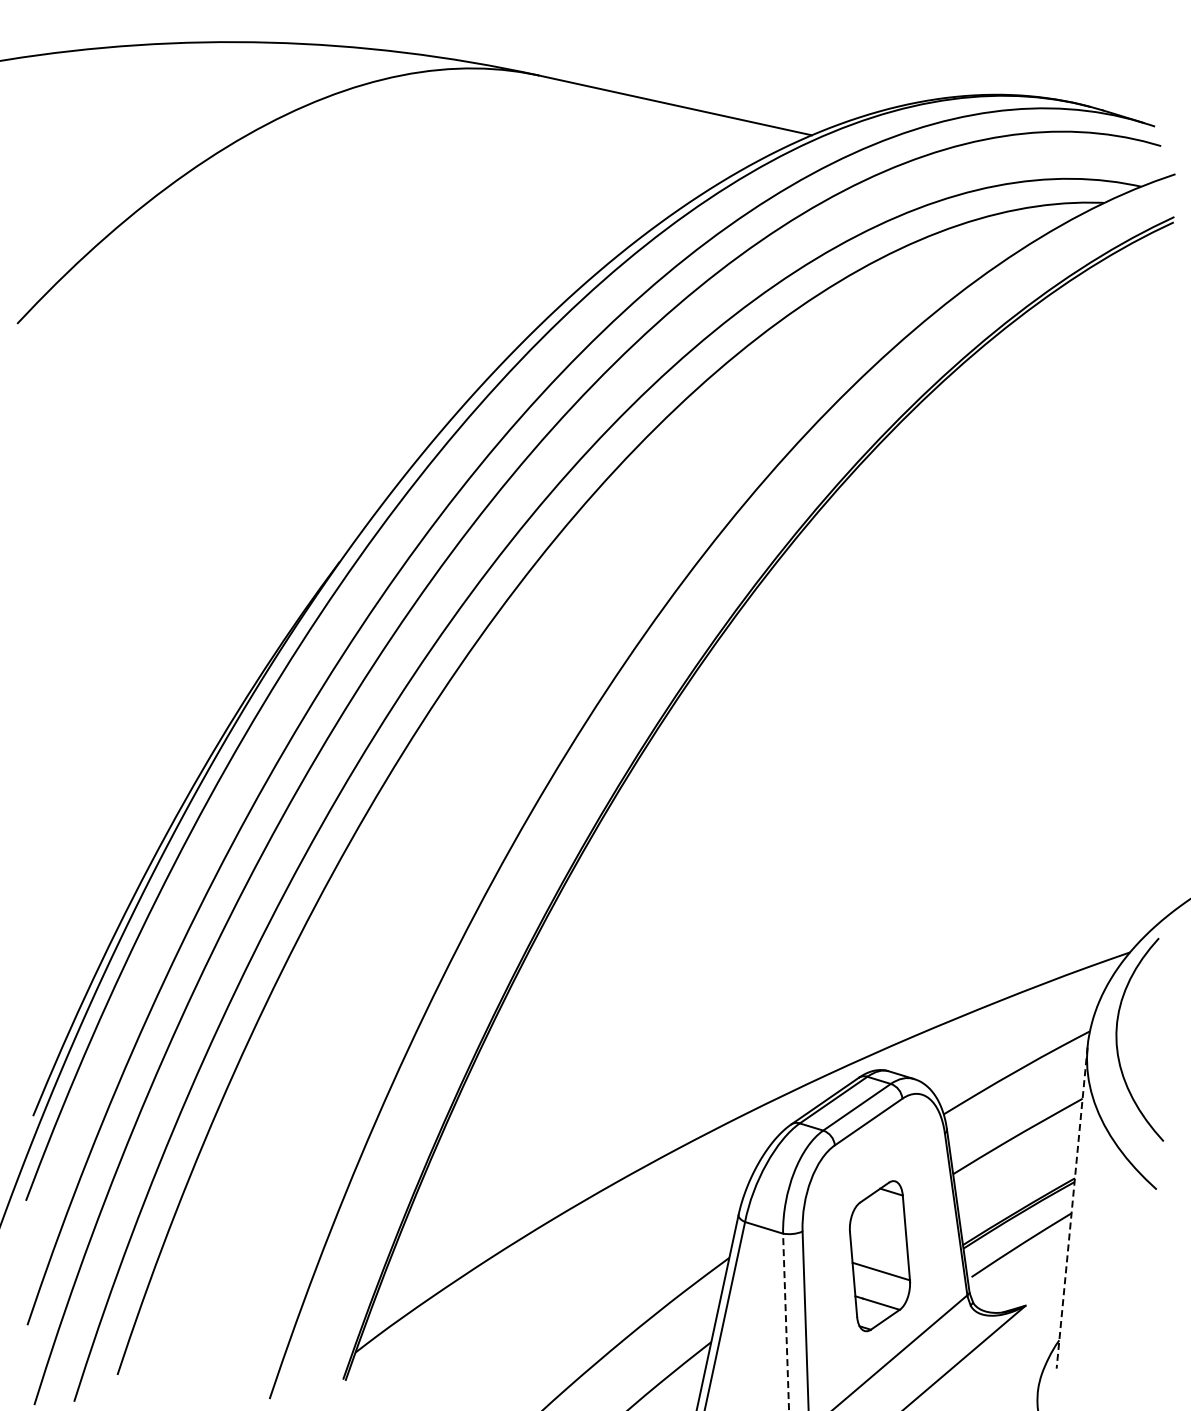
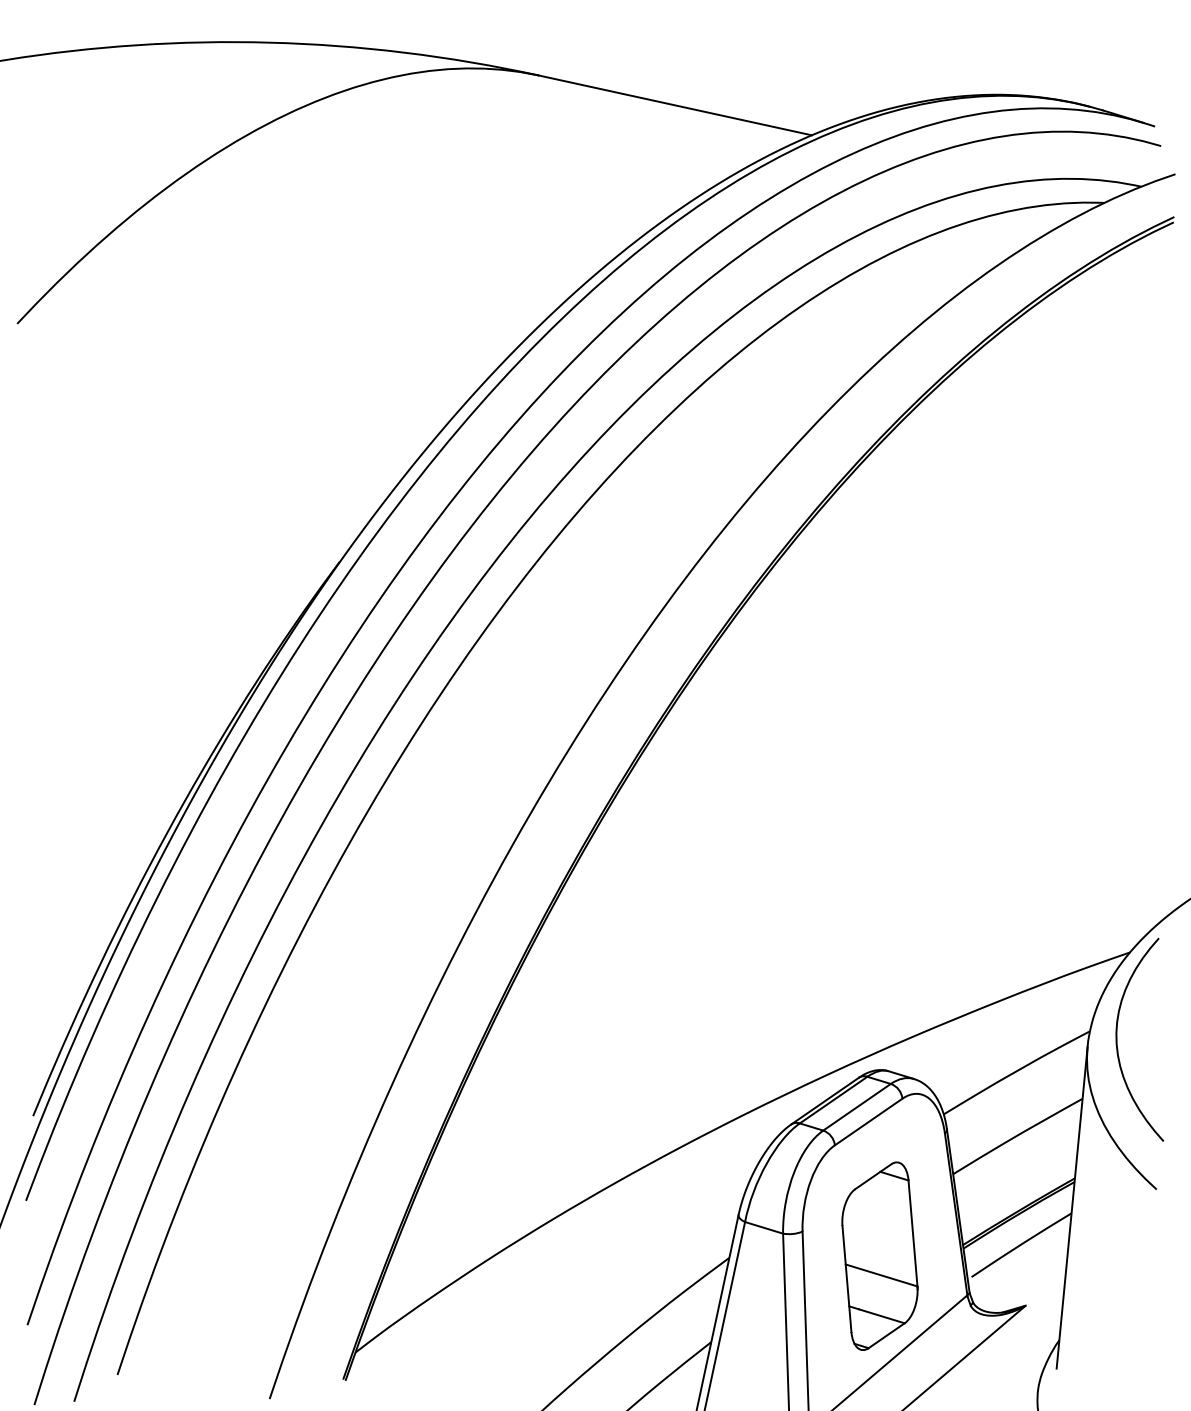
line at (1072, 1208): dashed -> solid
part at (880, 1256) size: 63x153 px -> 78x190 px
line at (786, 1321): dashed -> solid
